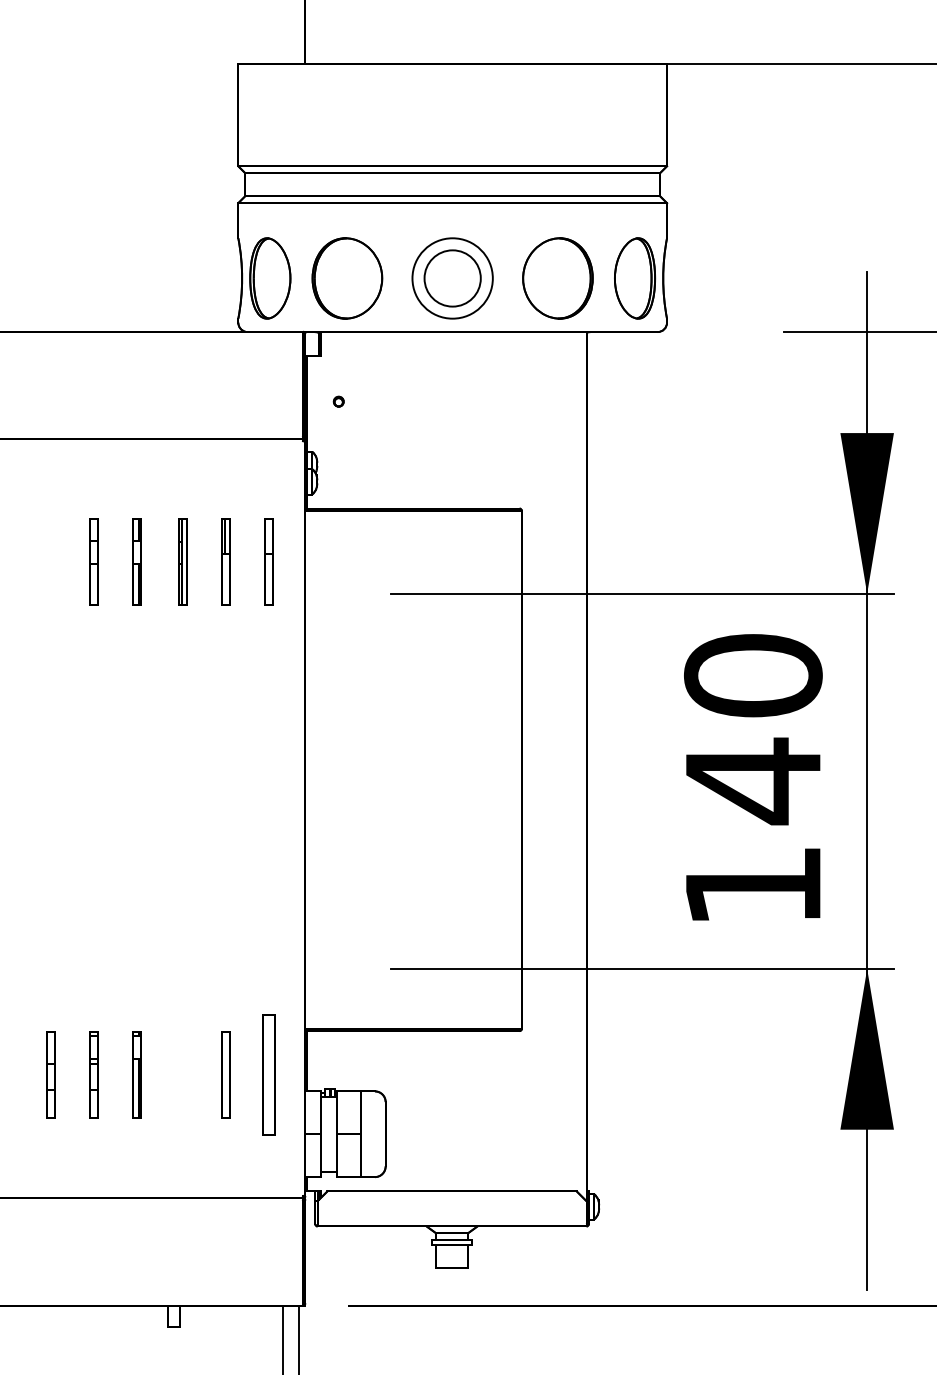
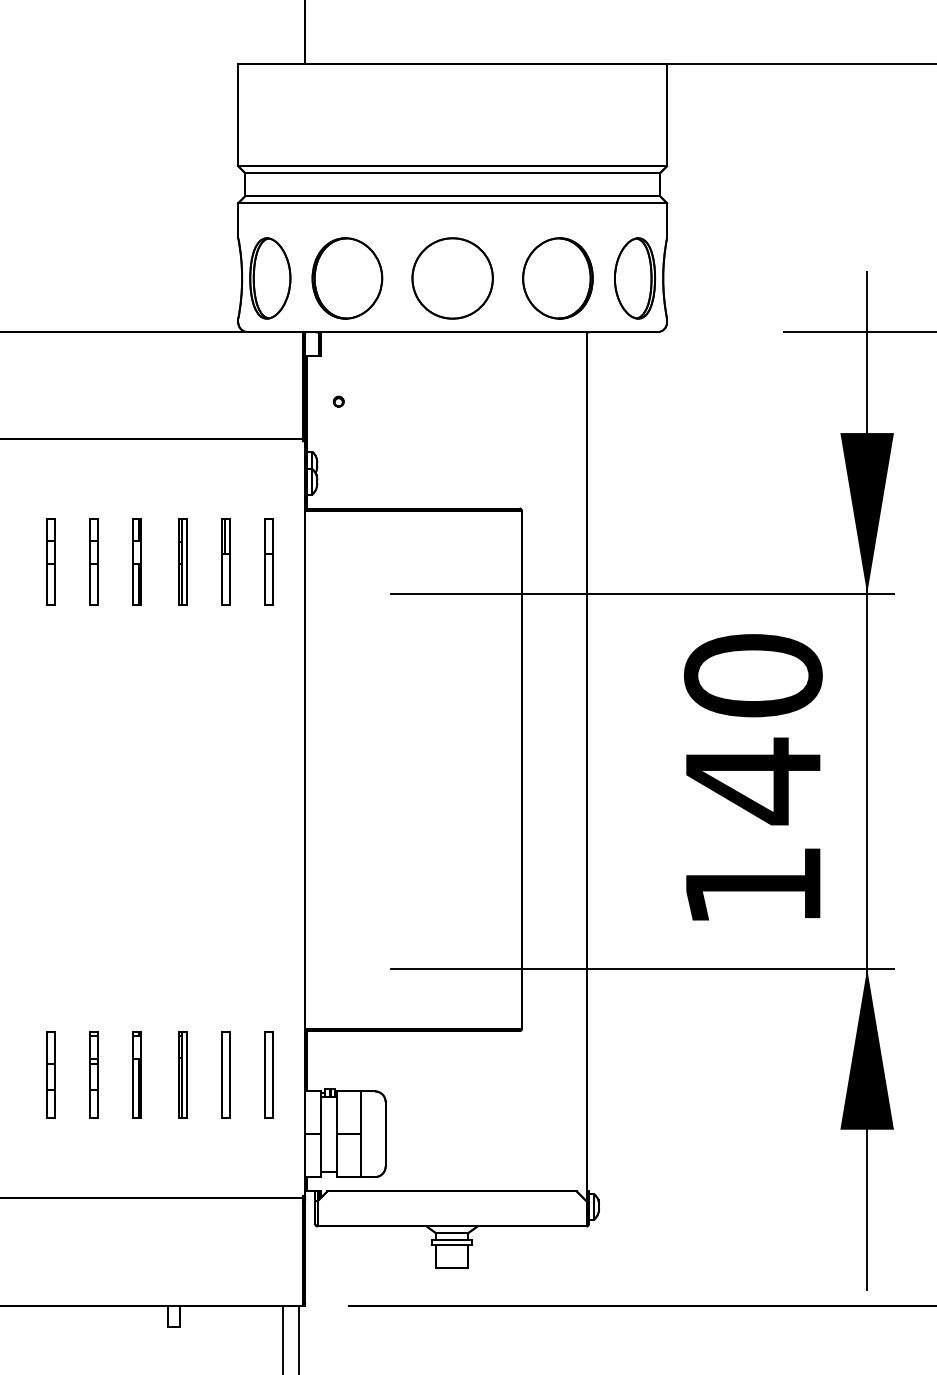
circle at (452, 278) diameter: 56 px -> 80 px
part at (50, 561): none -> present
part at (182, 1074): none -> present
part at (268, 1074) size: 14x122 px -> 10x88 px
